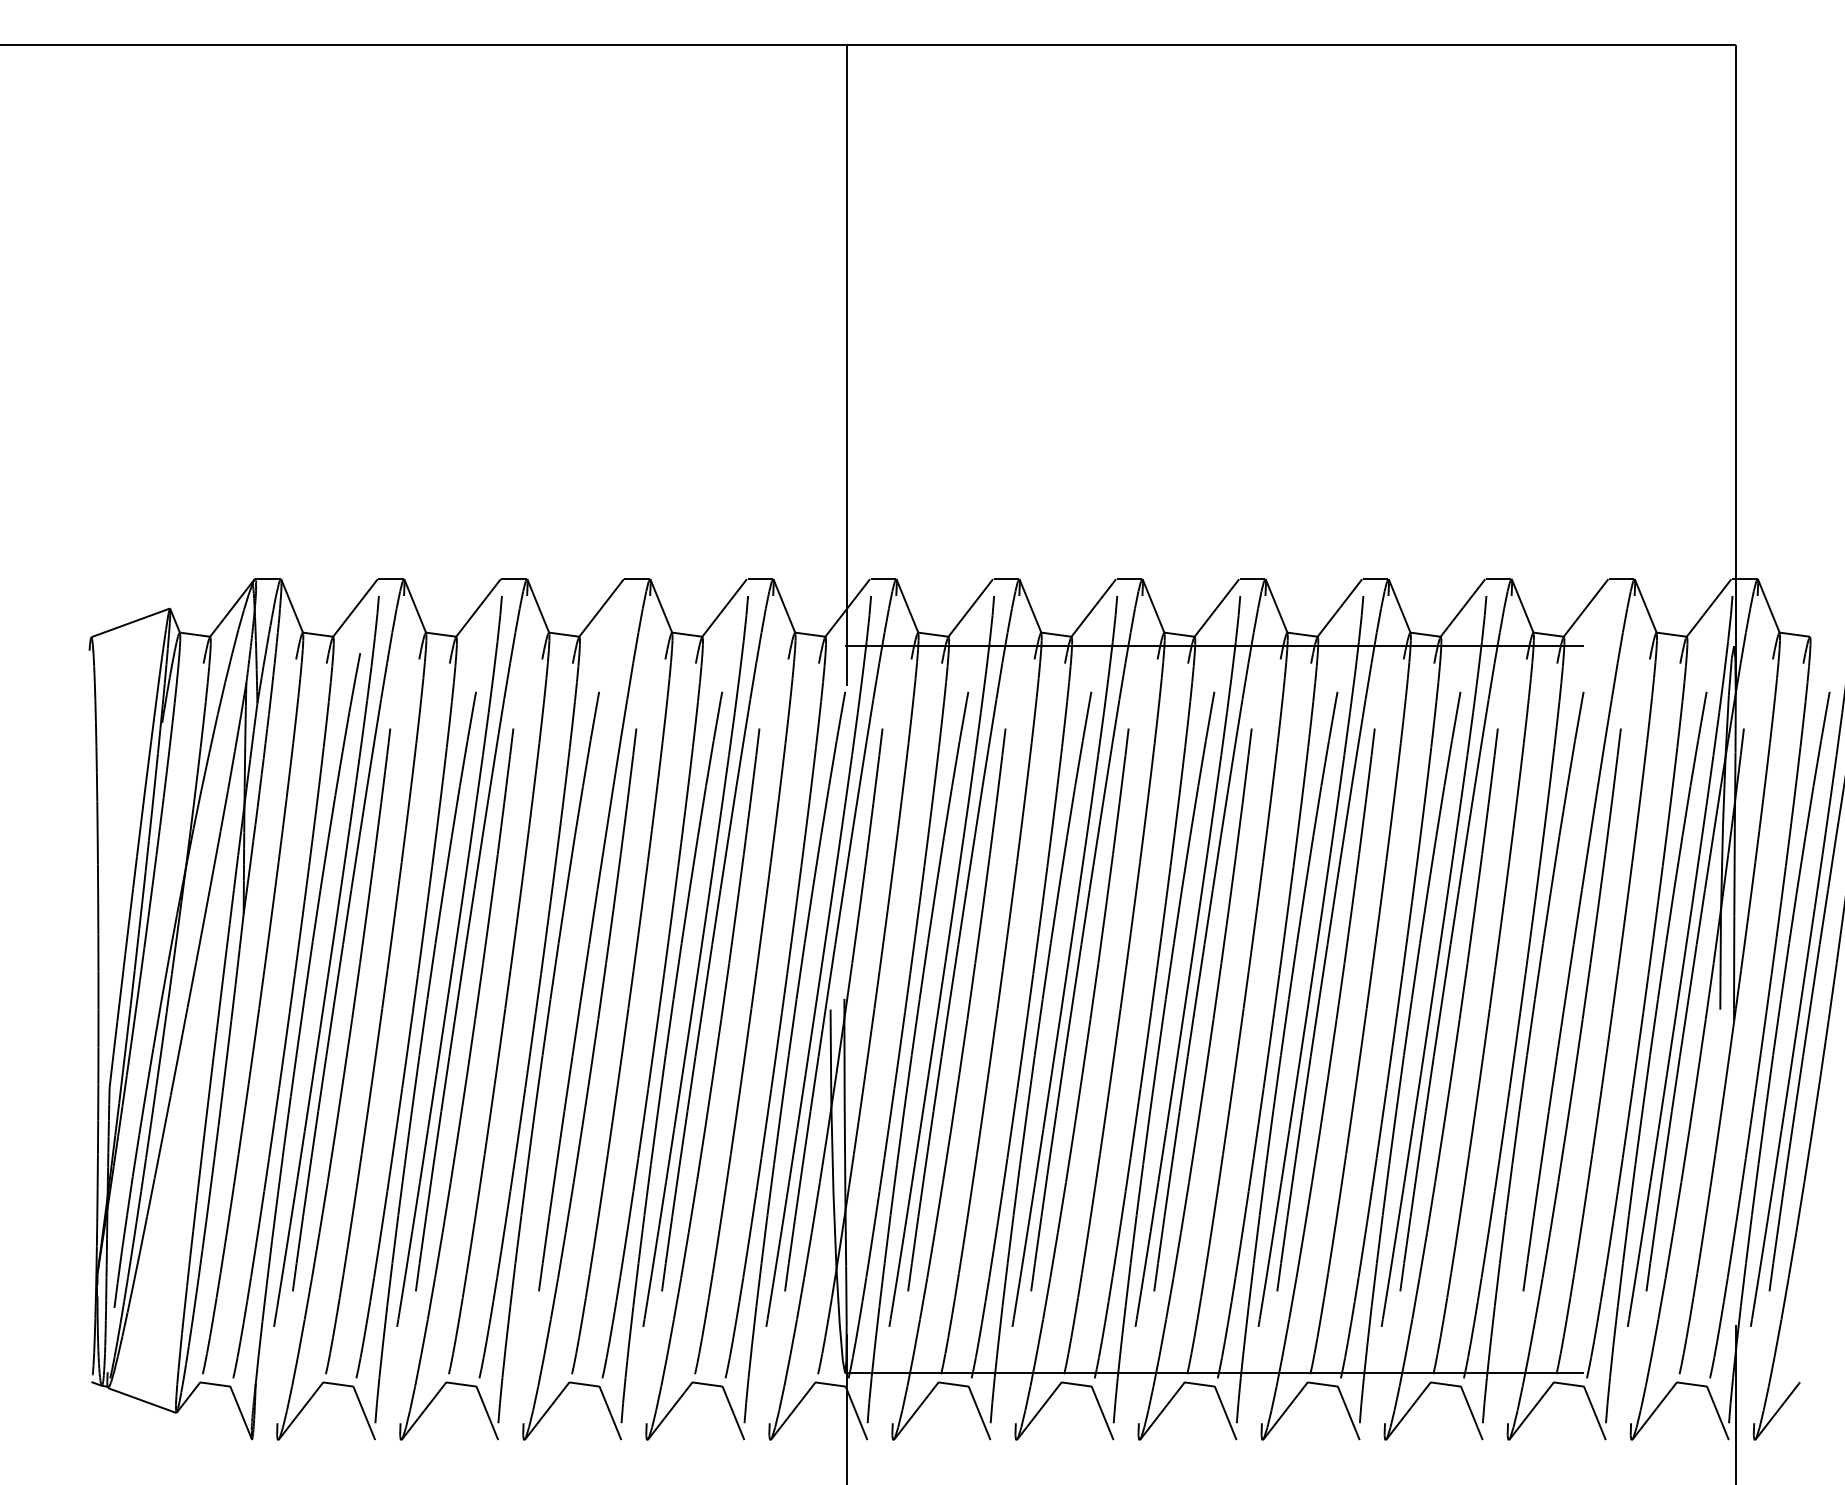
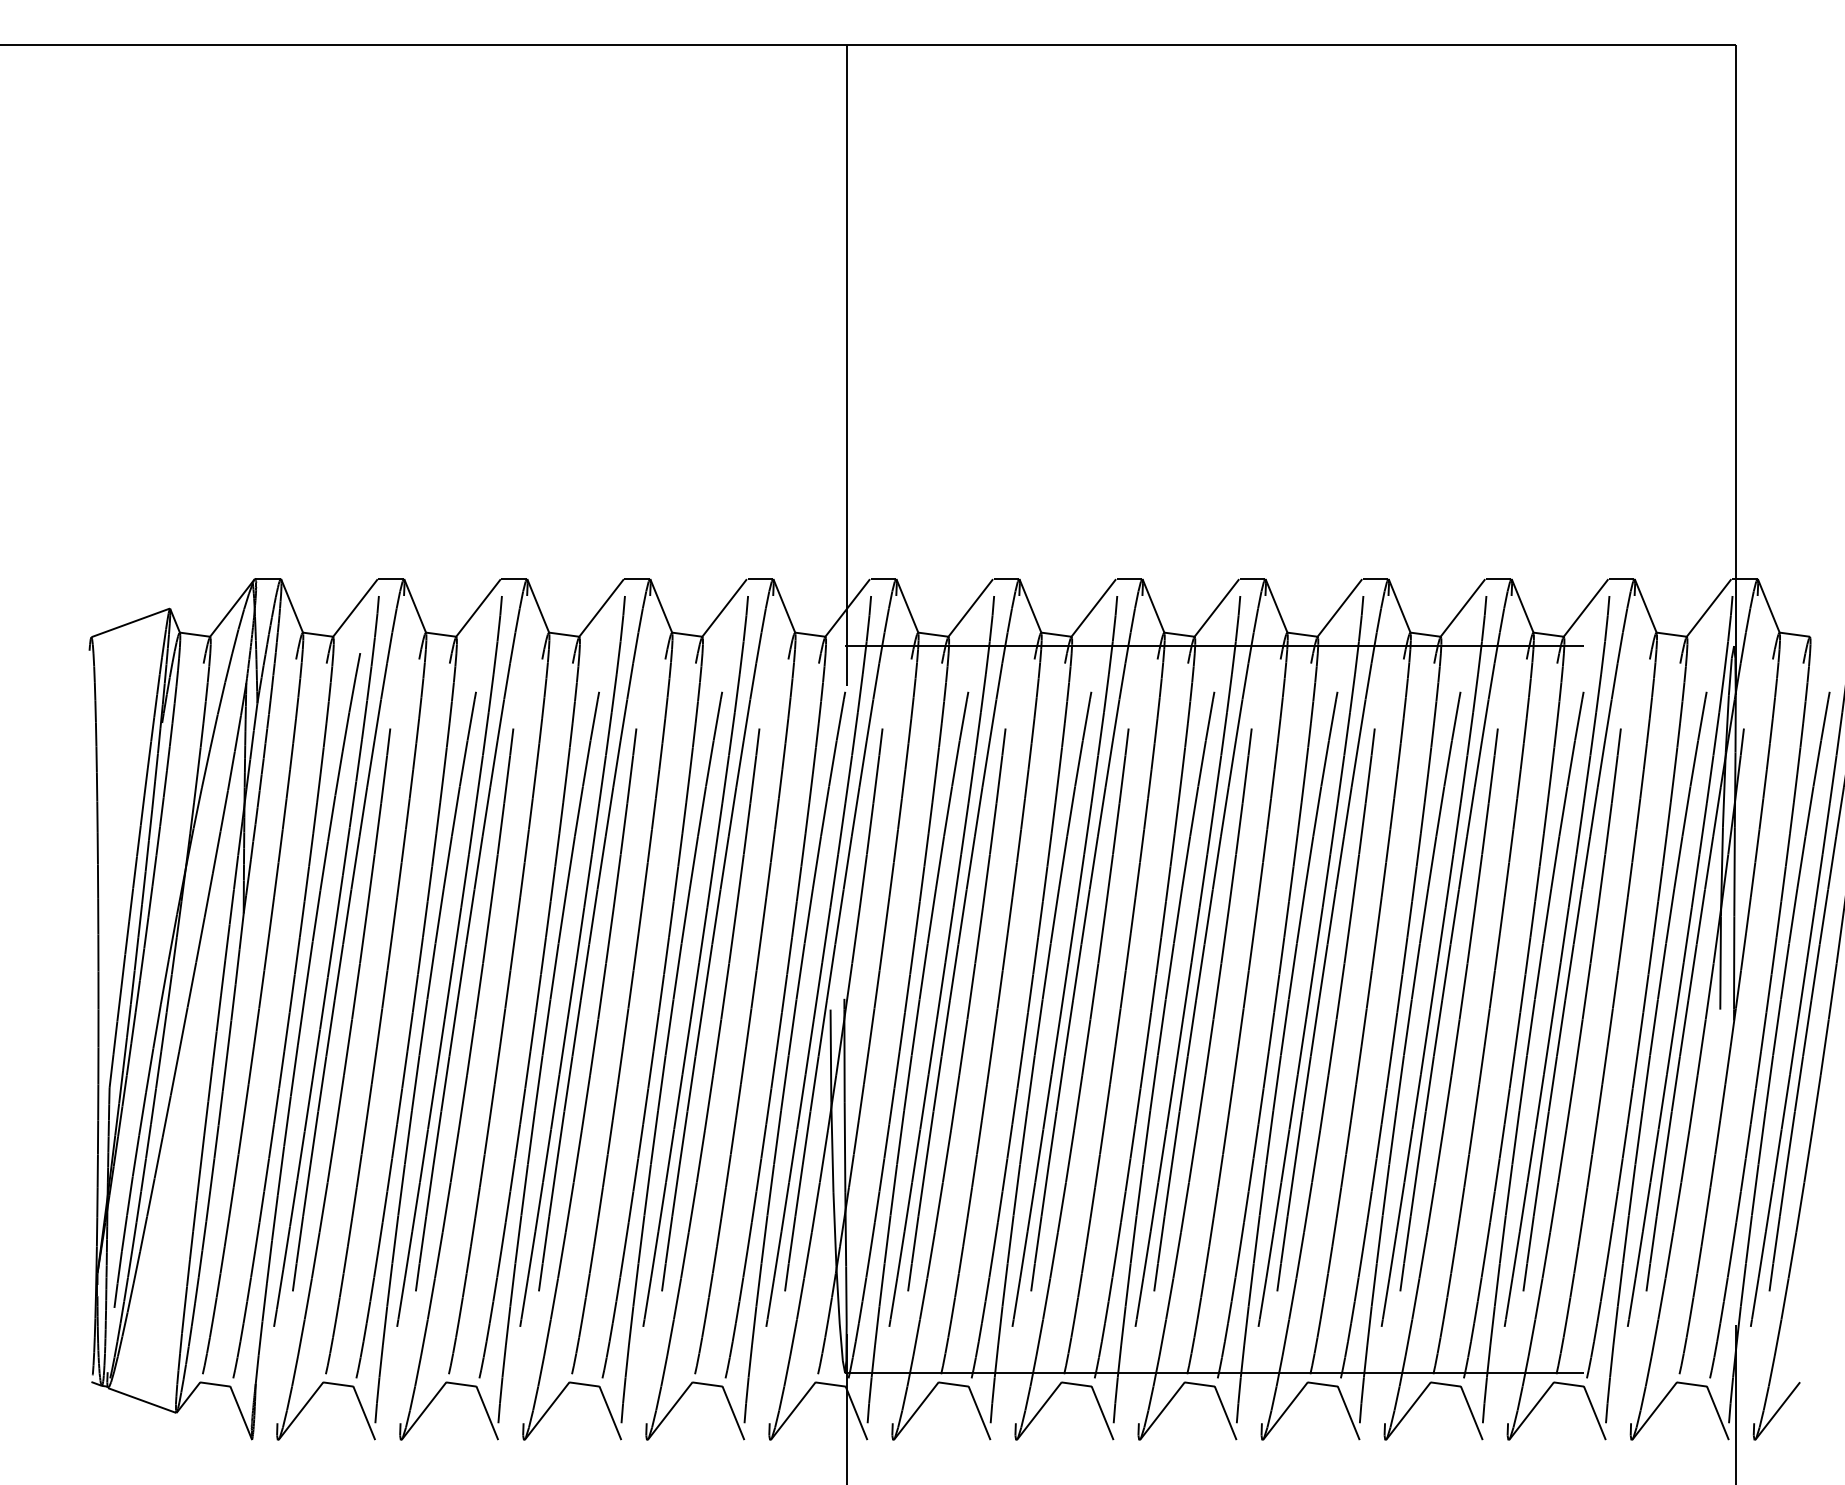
curve at (575, 961): none -> present
curve at (1559, 961): none -> present
